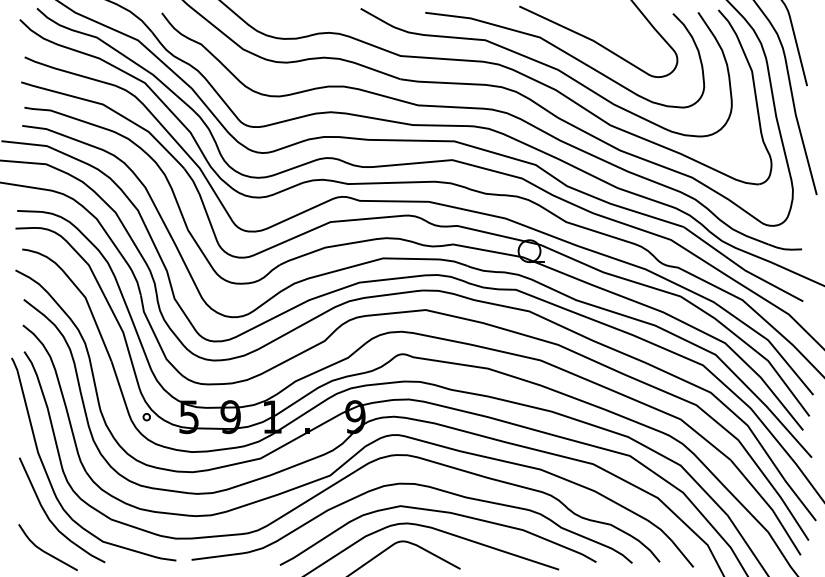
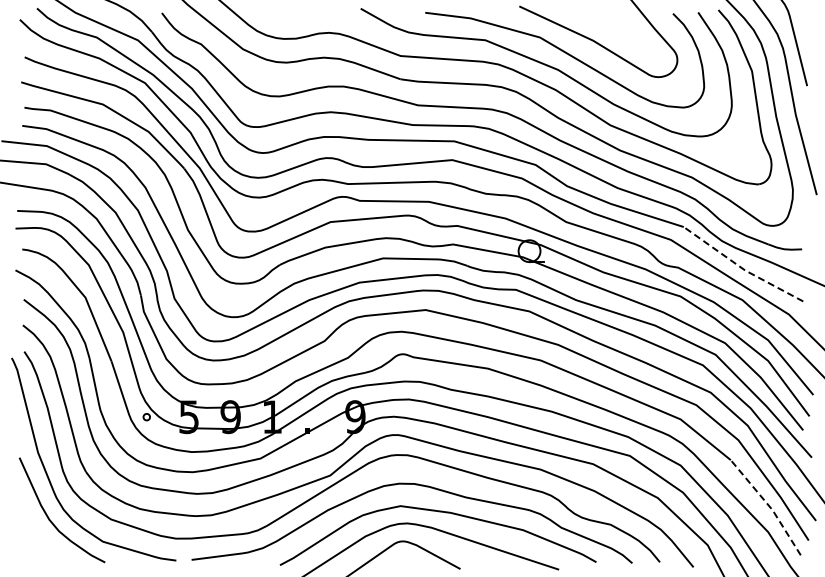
line at (741, 267): solid -> dashed
line at (768, 505): solid -> dashed
curve at (44, 550): present -> none
